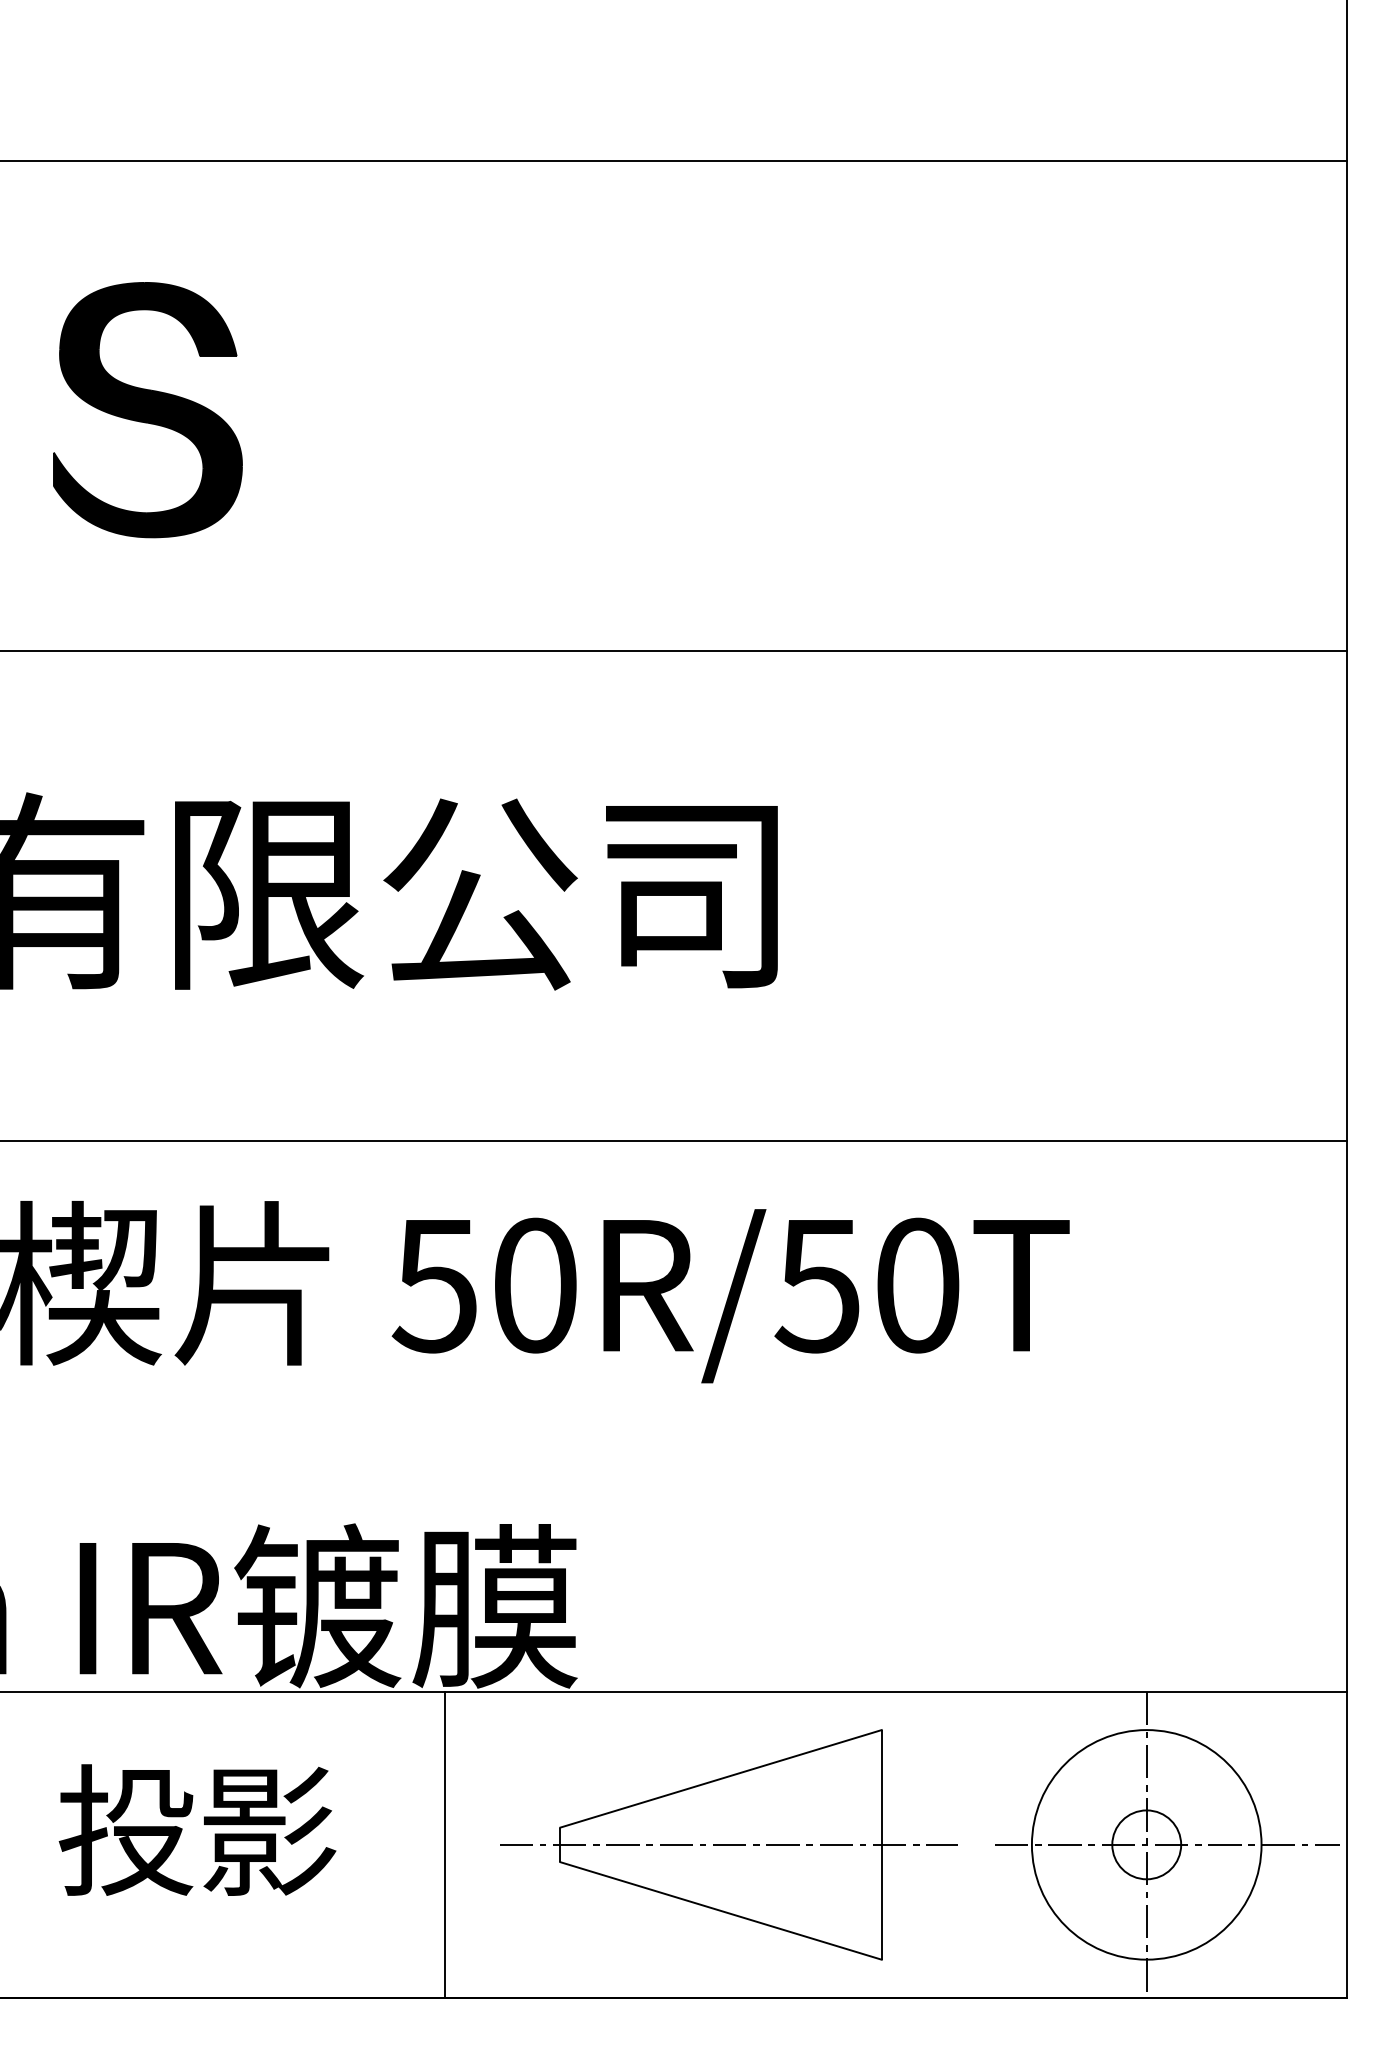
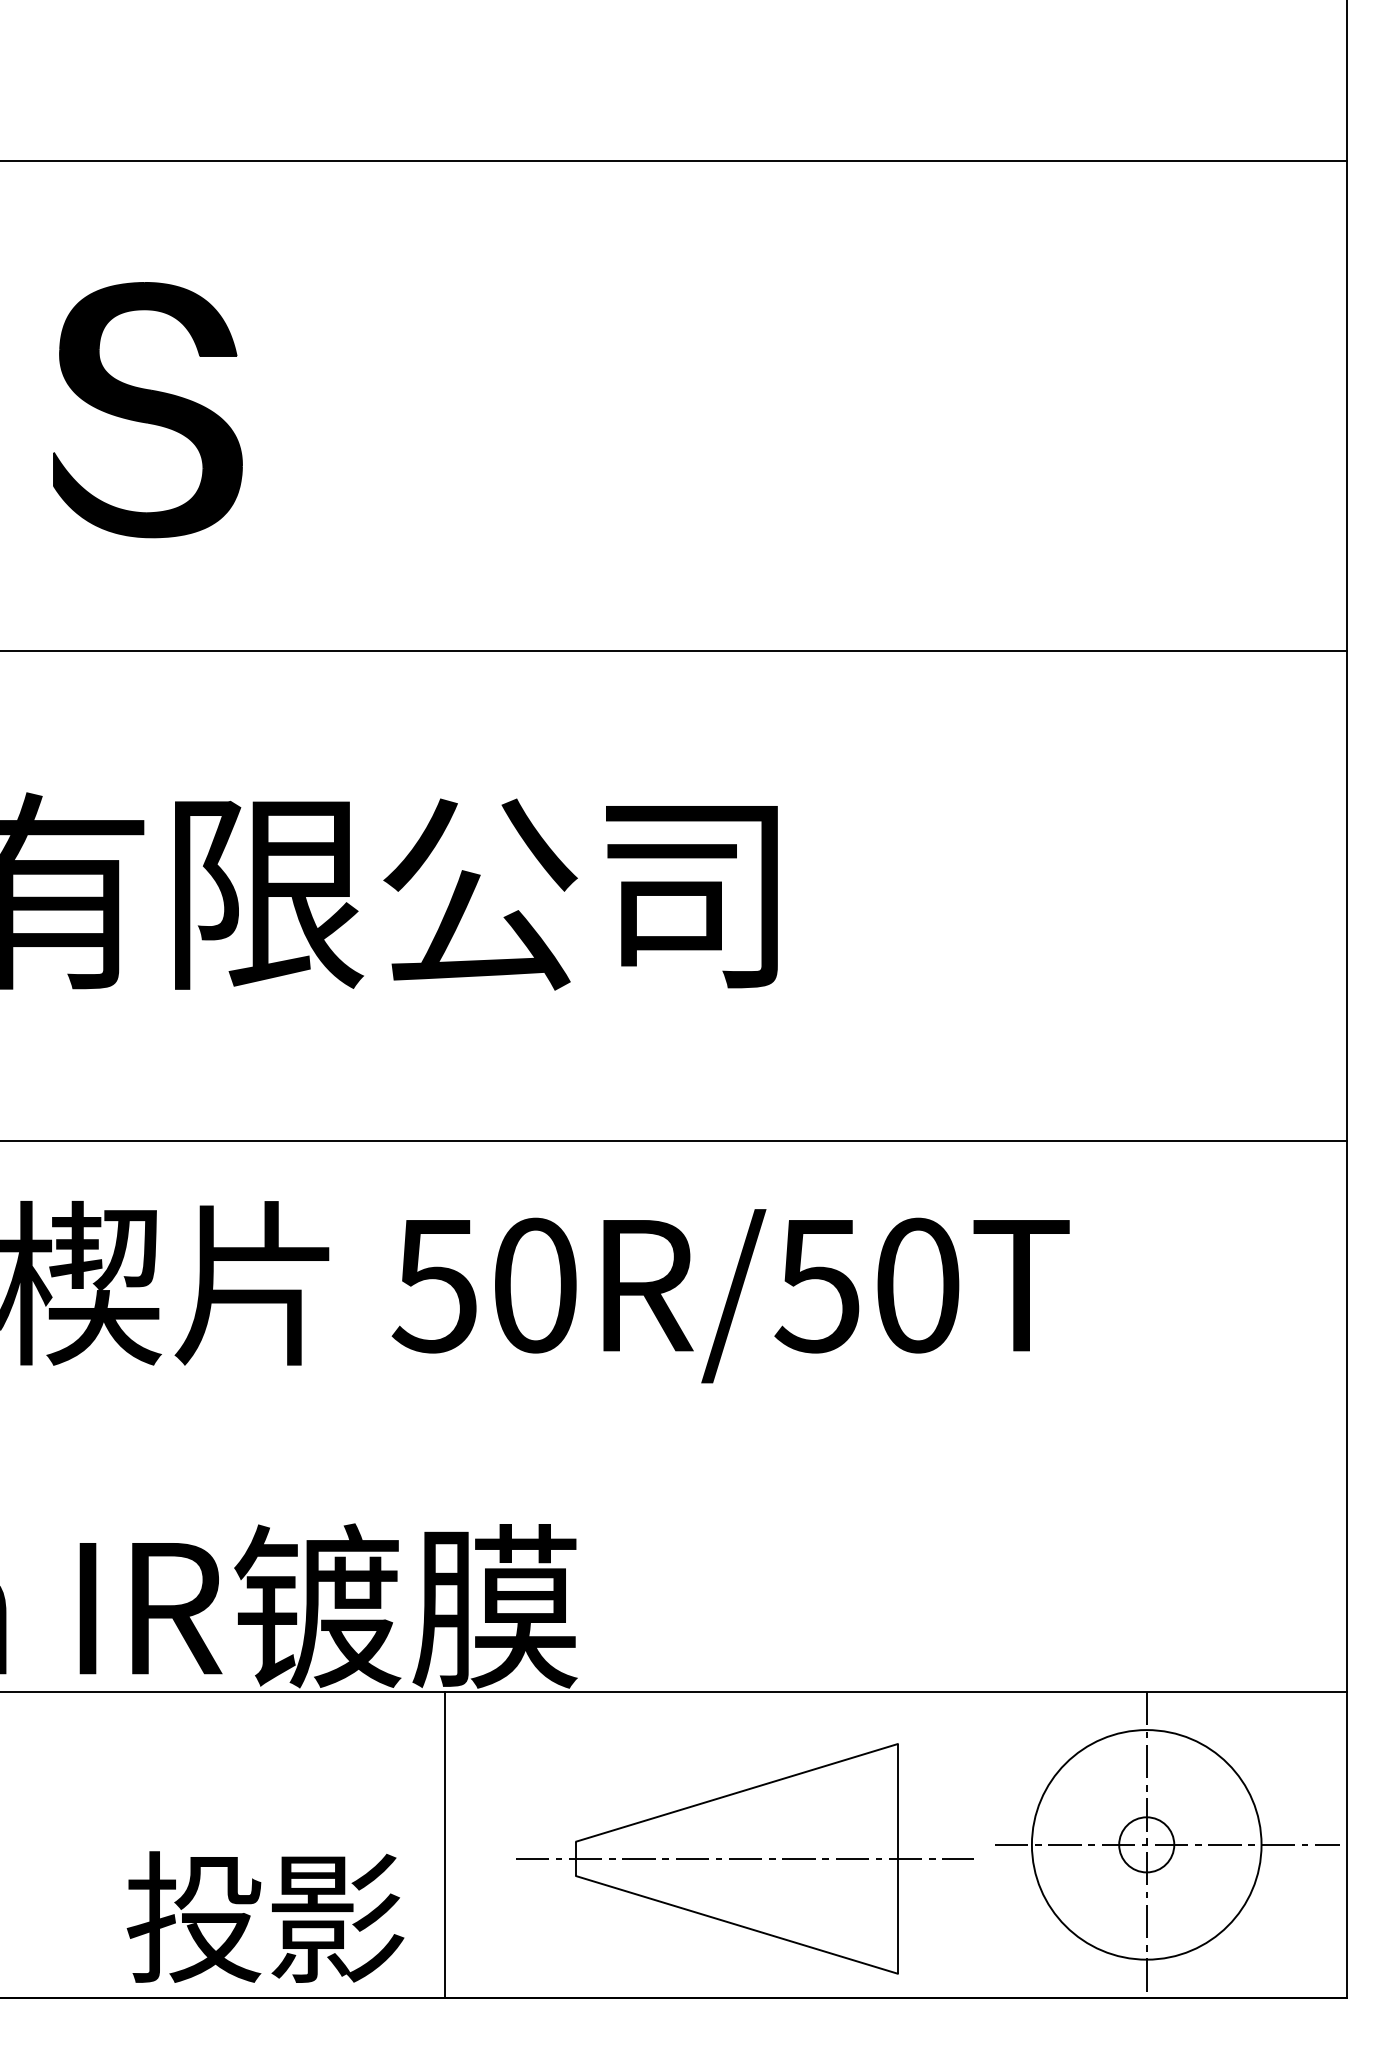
text at (197, 1829) position: (197, 1829) -> (265, 1916)
part at (728, 1844) position: (728, 1844) -> (744, 1858)
circle at (1146, 1844) diameter: 69 px -> 55 px
